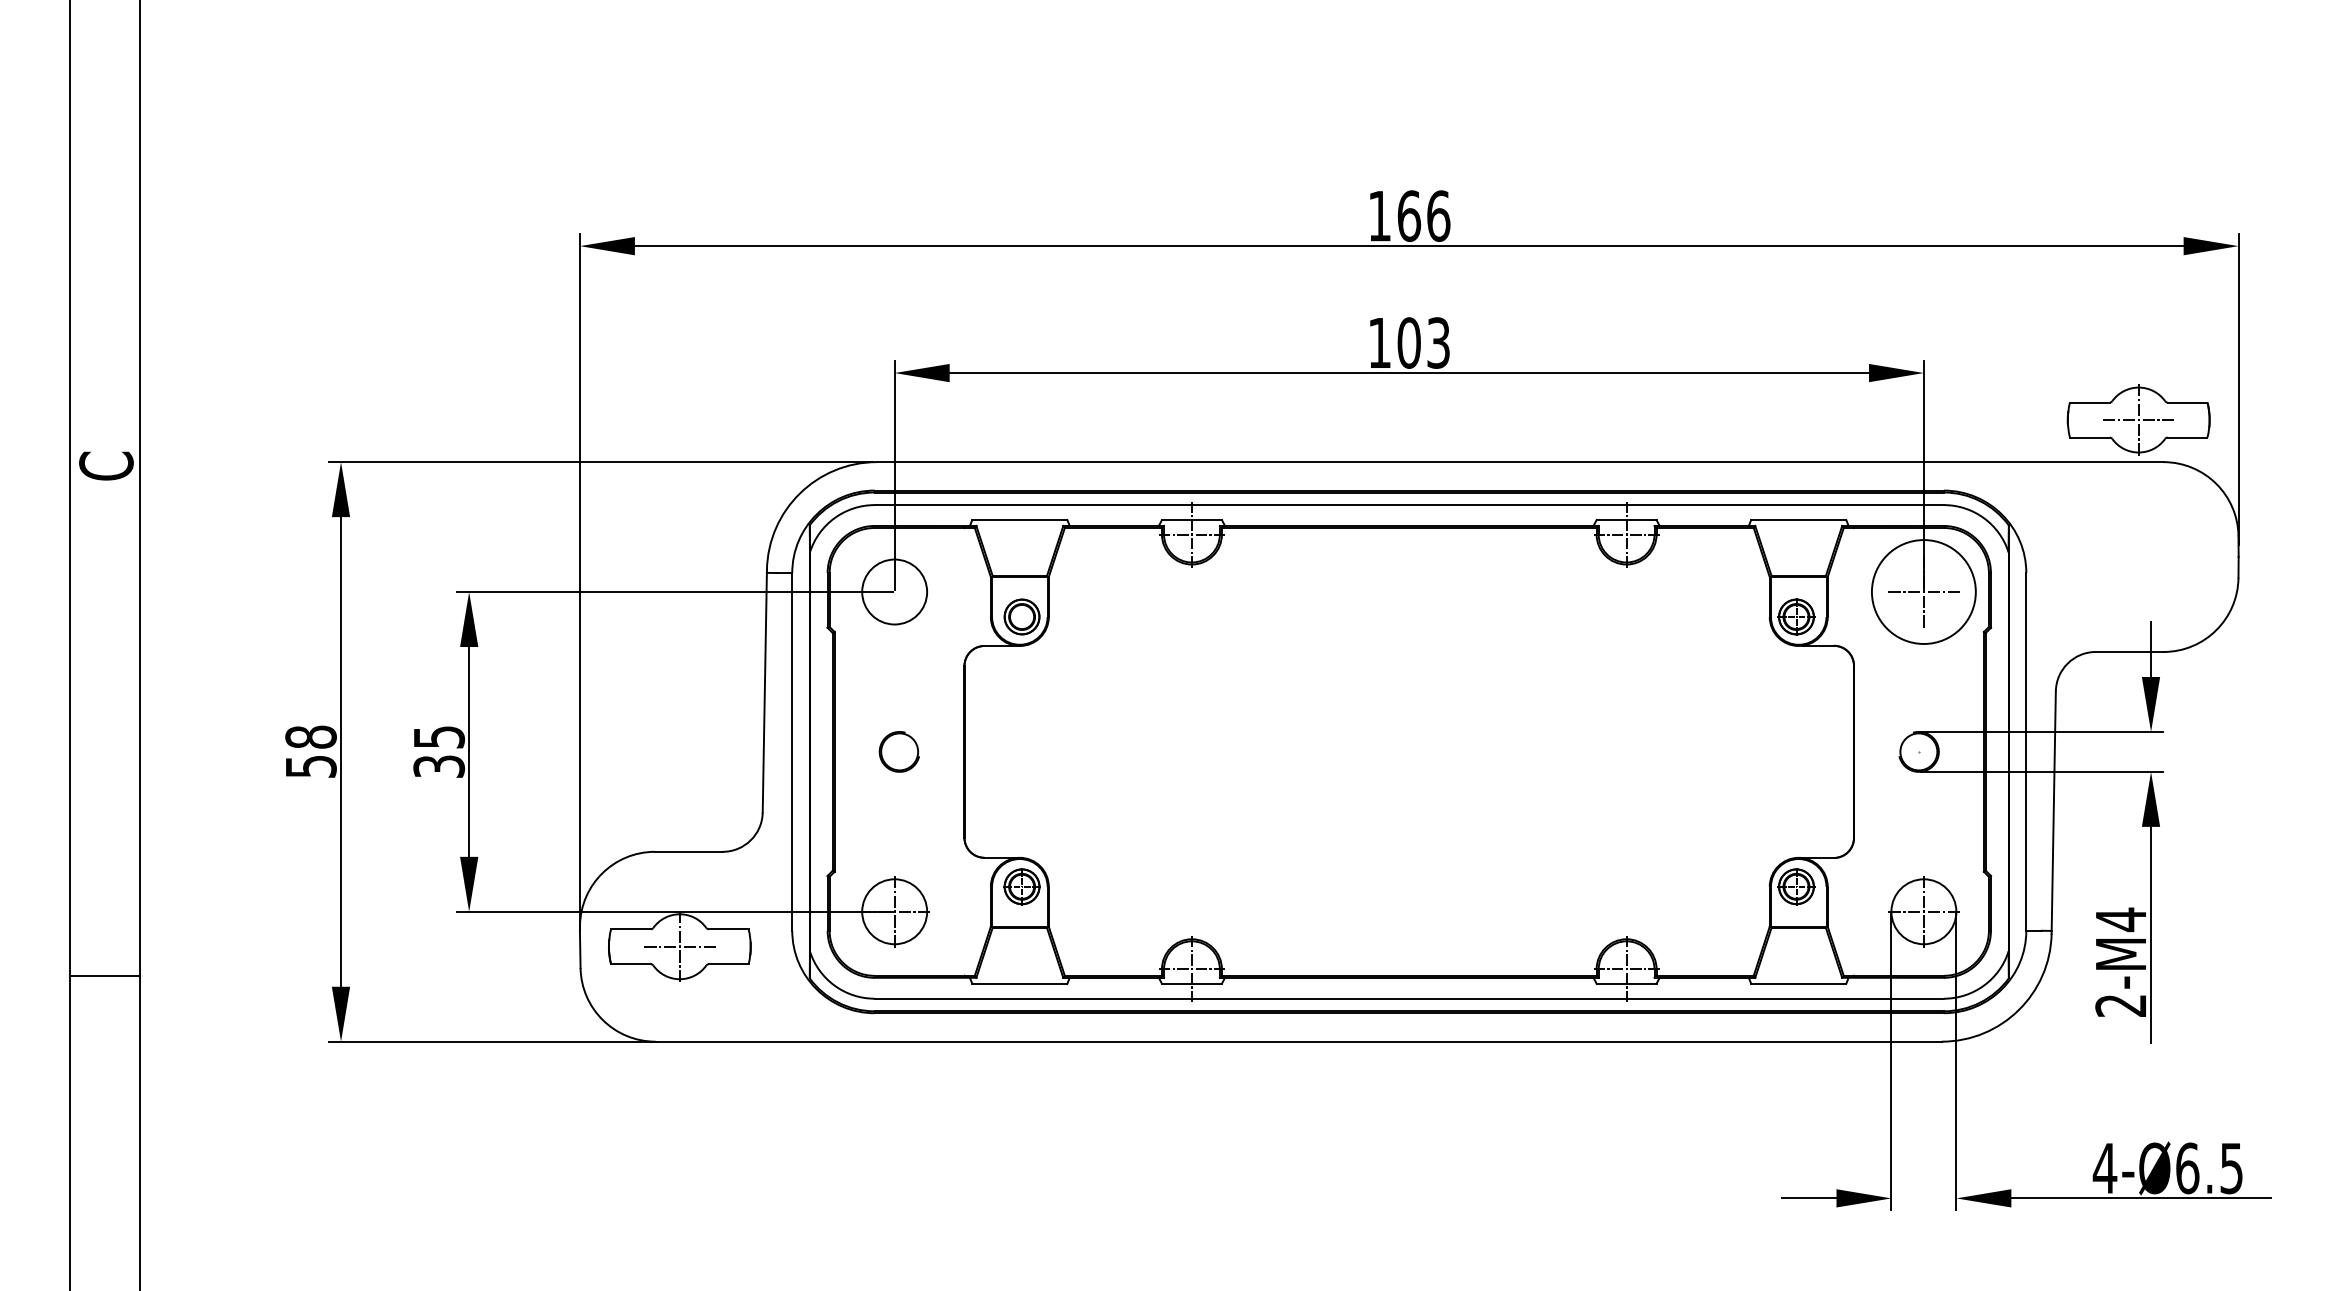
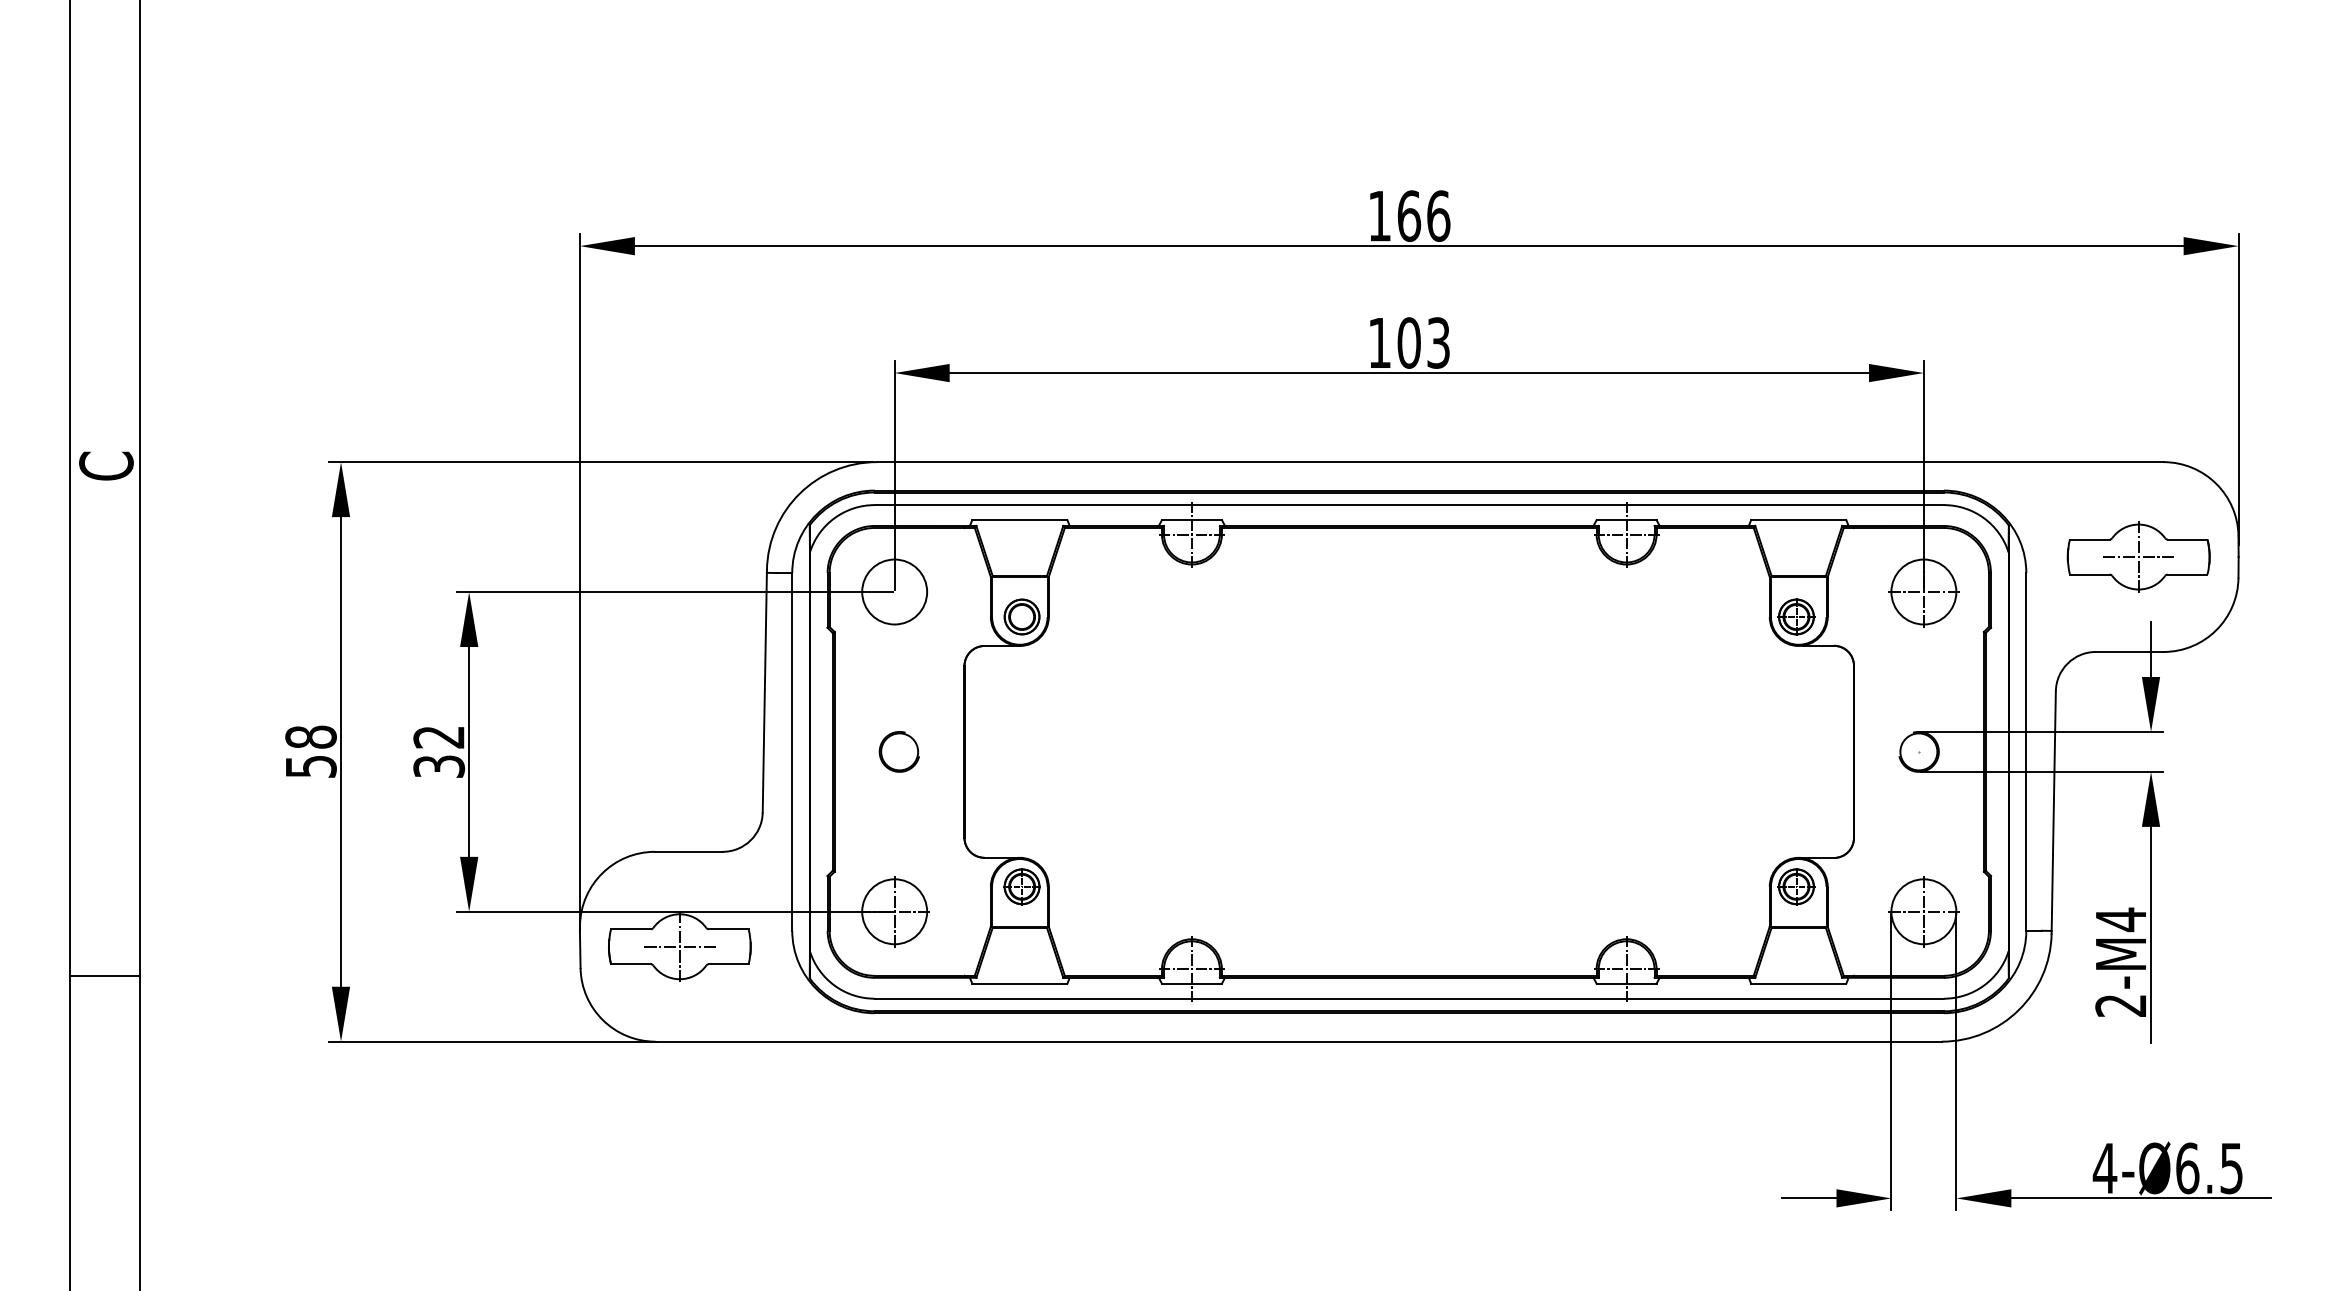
part at (2138, 419) position: (2138, 419) -> (2138, 556)
circle at (1923, 591) diameter: 104 px -> 65 px
text at (439, 737): 35 -> 32
